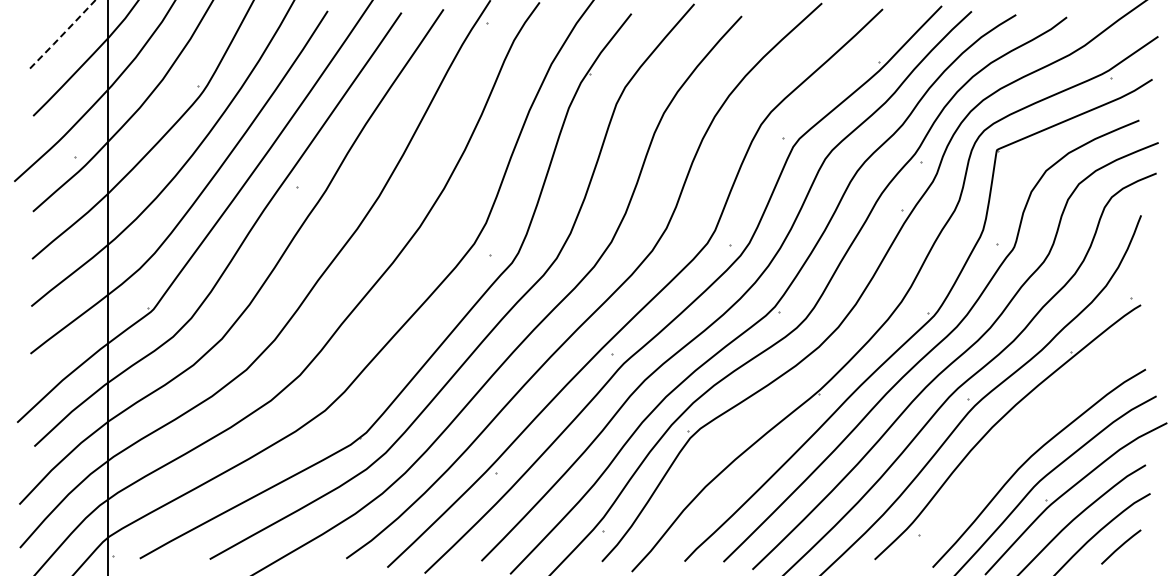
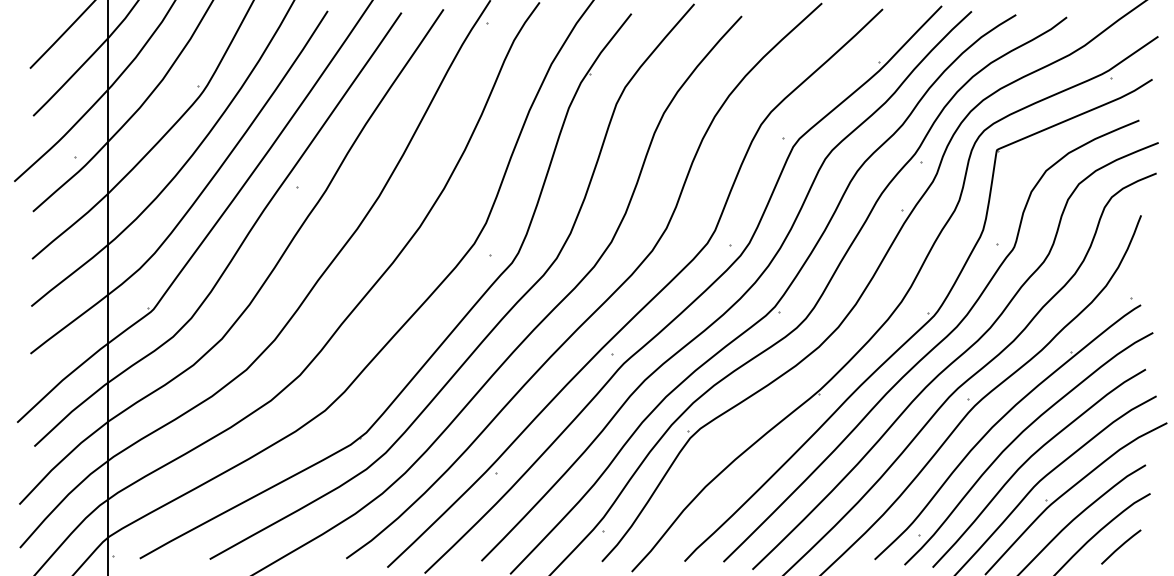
line at (62, 34): dashed -> solid
curve at (1018, 437): none -> present
